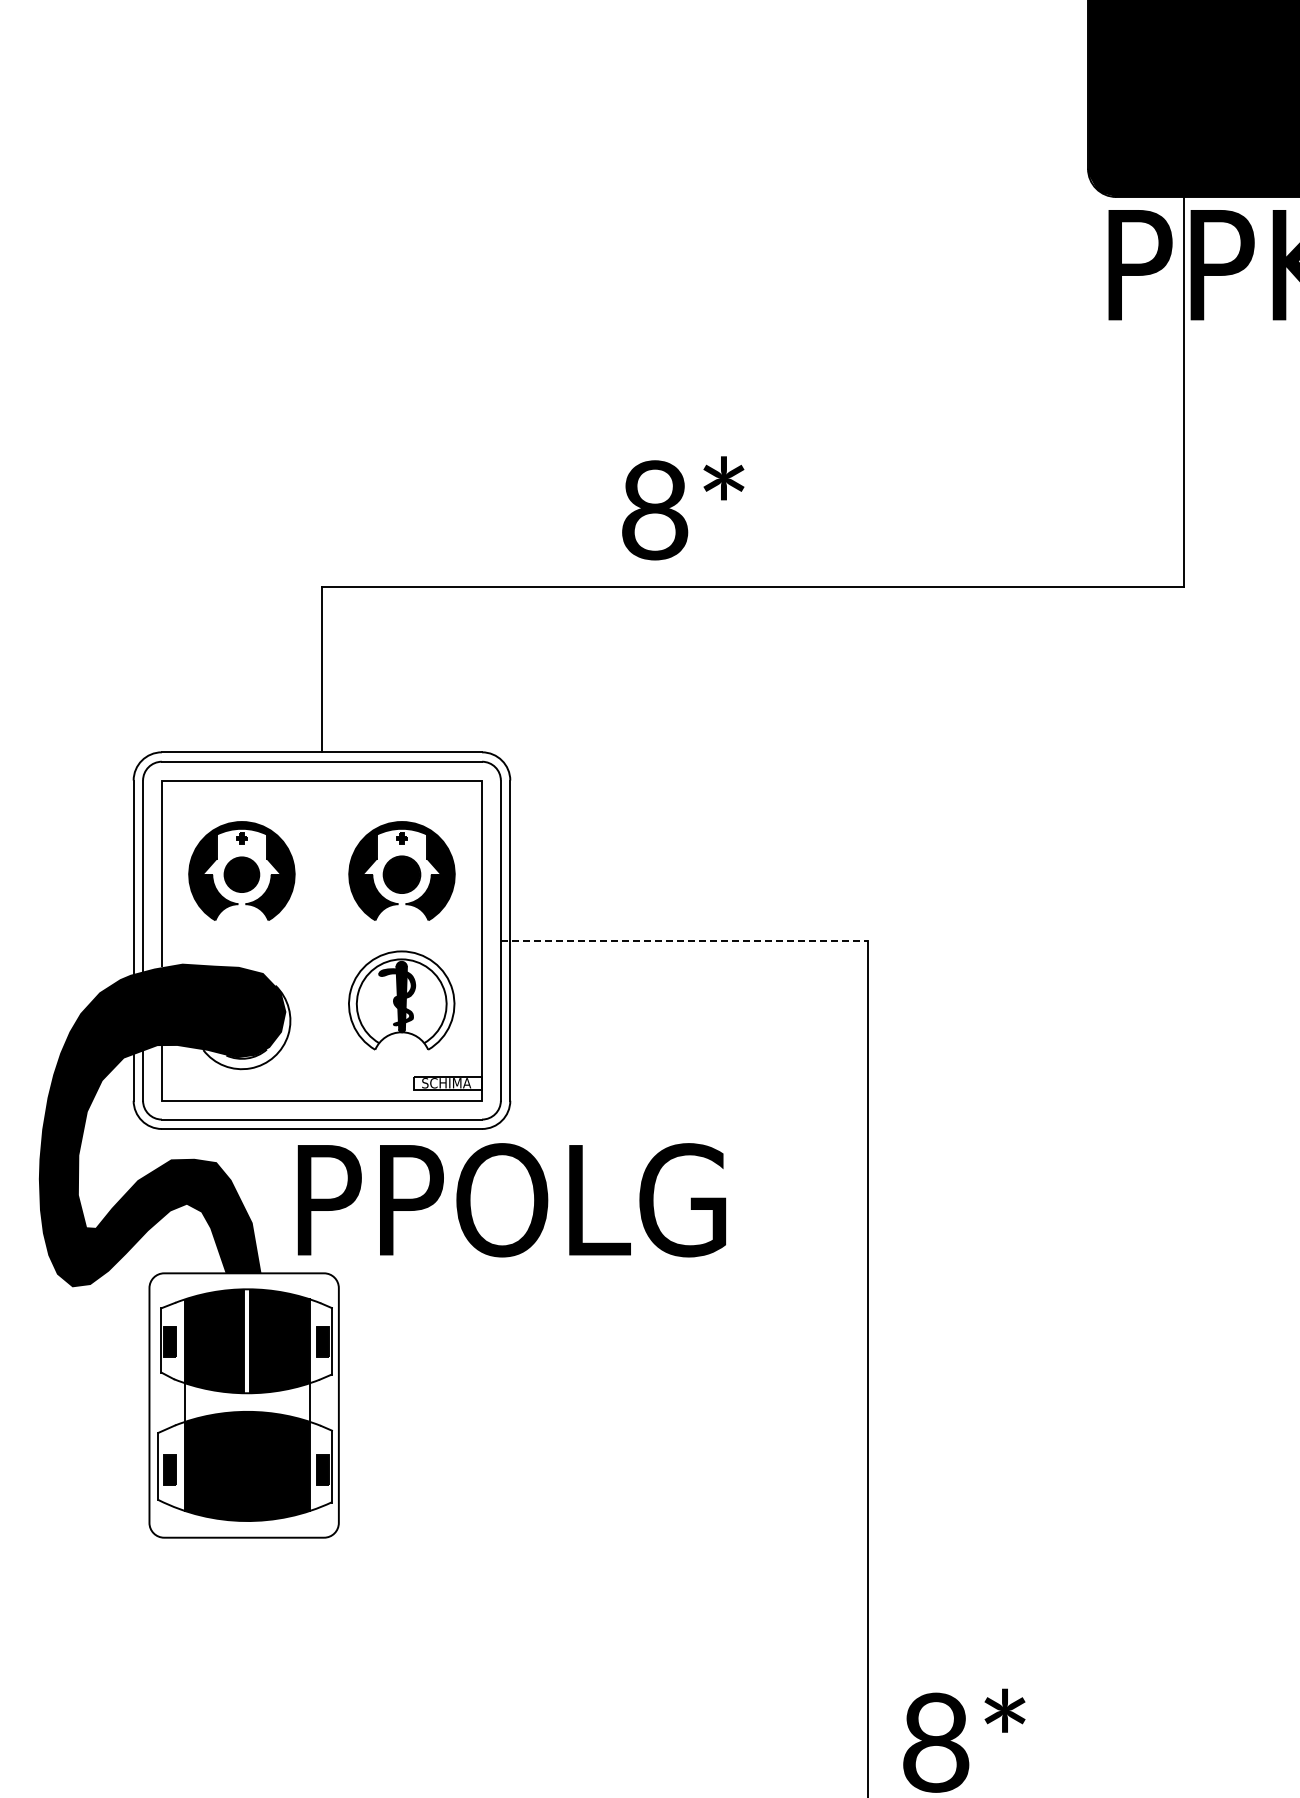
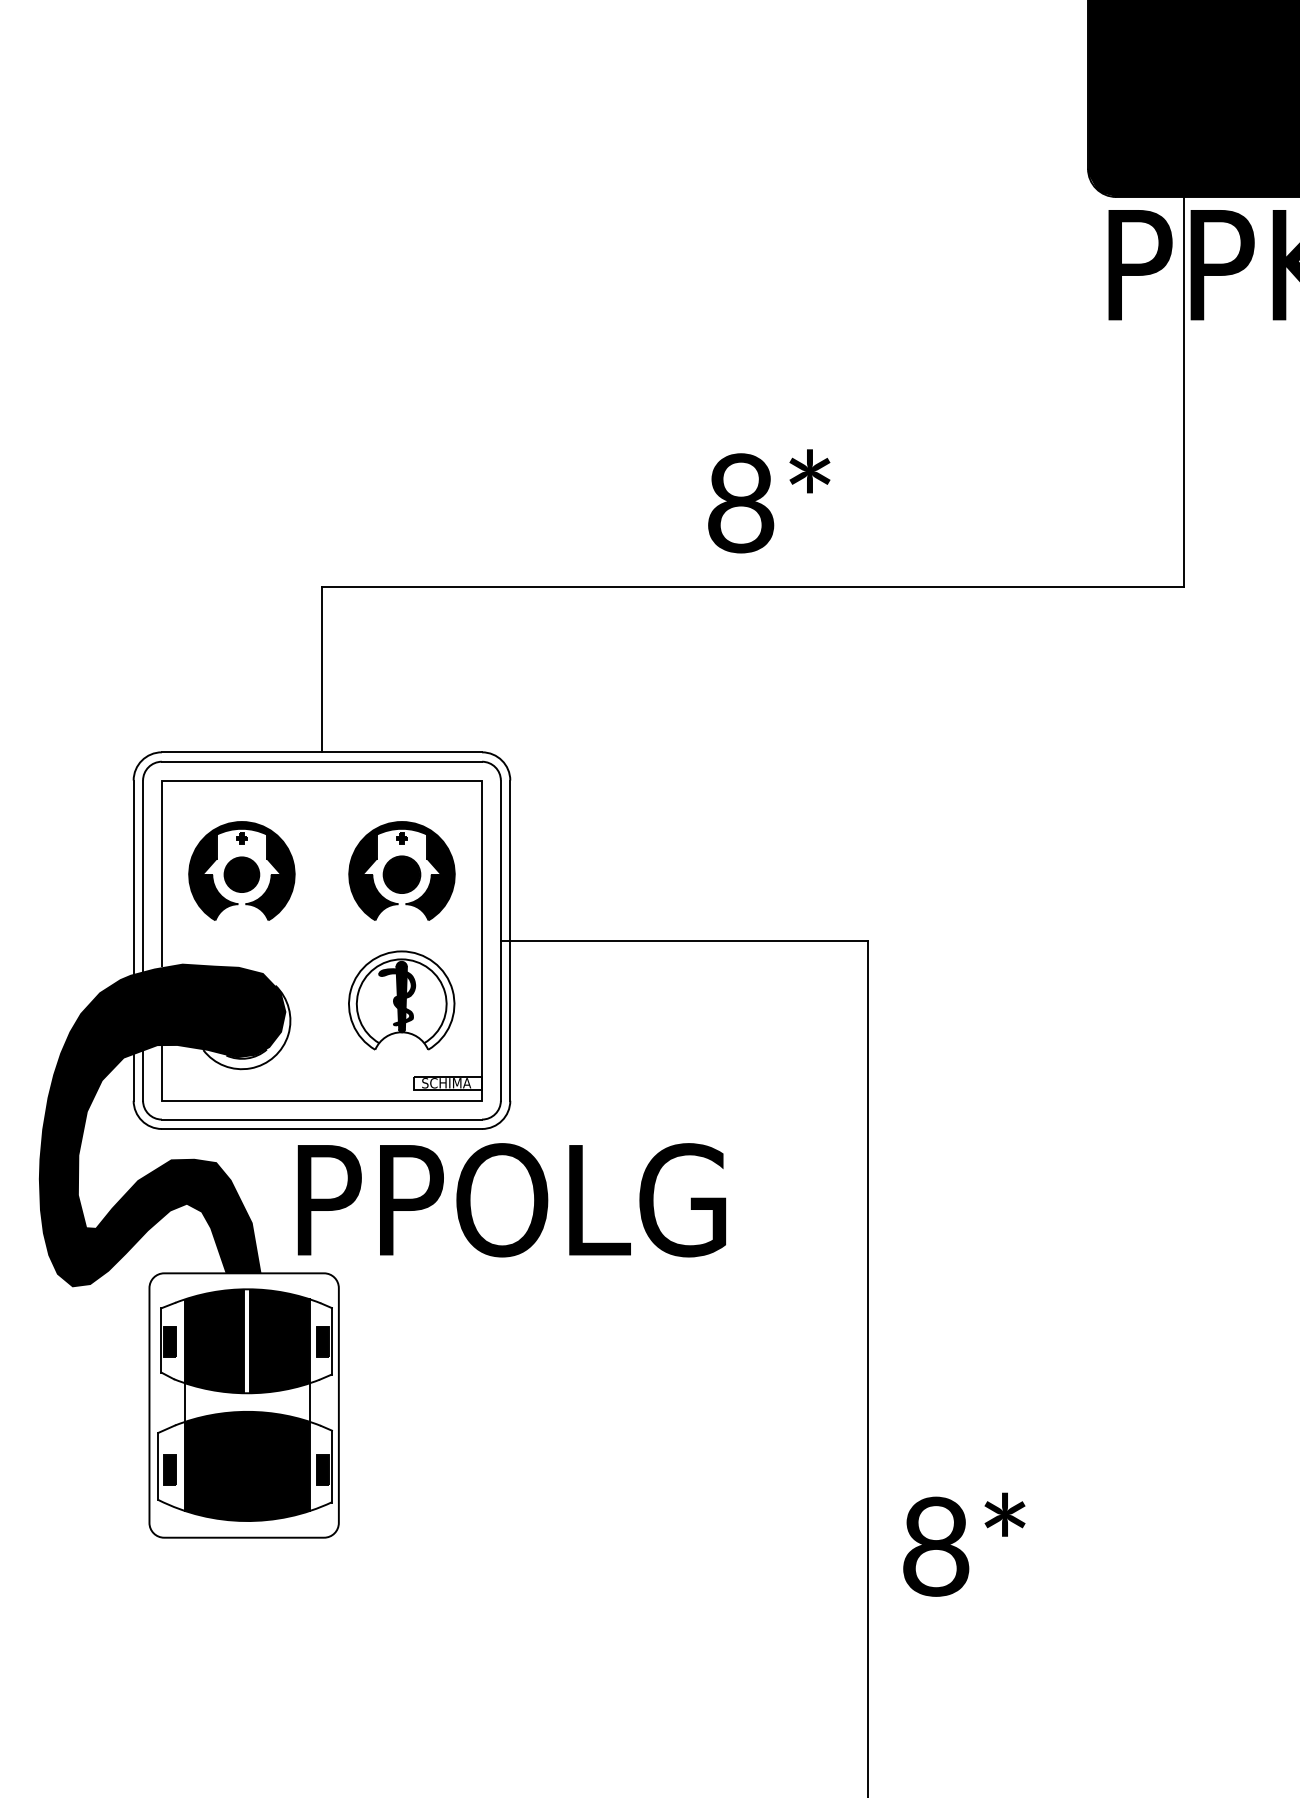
text at (683, 508) position: (683, 508) -> (769, 501)
line at (684, 940): dashed -> solid
text at (964, 1740) position: (964, 1740) -> (964, 1544)
